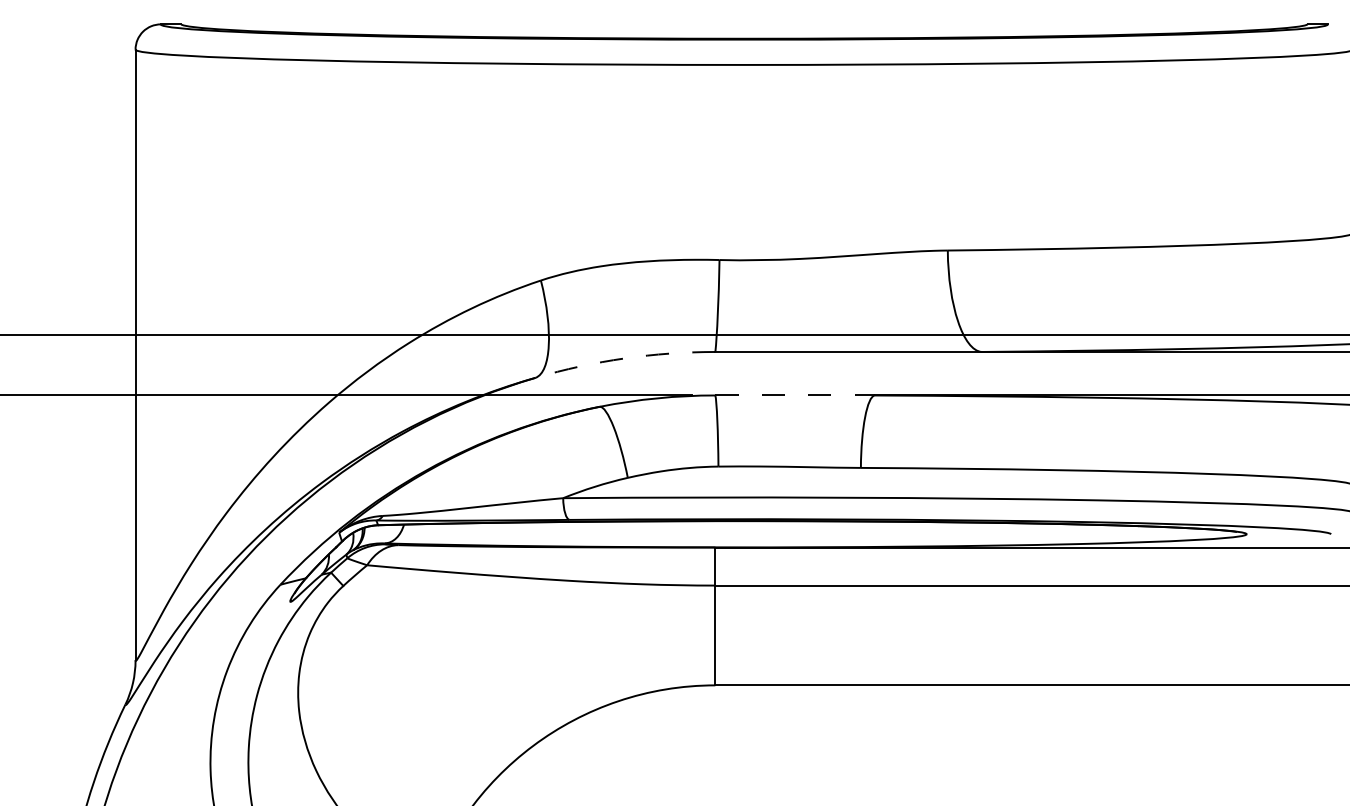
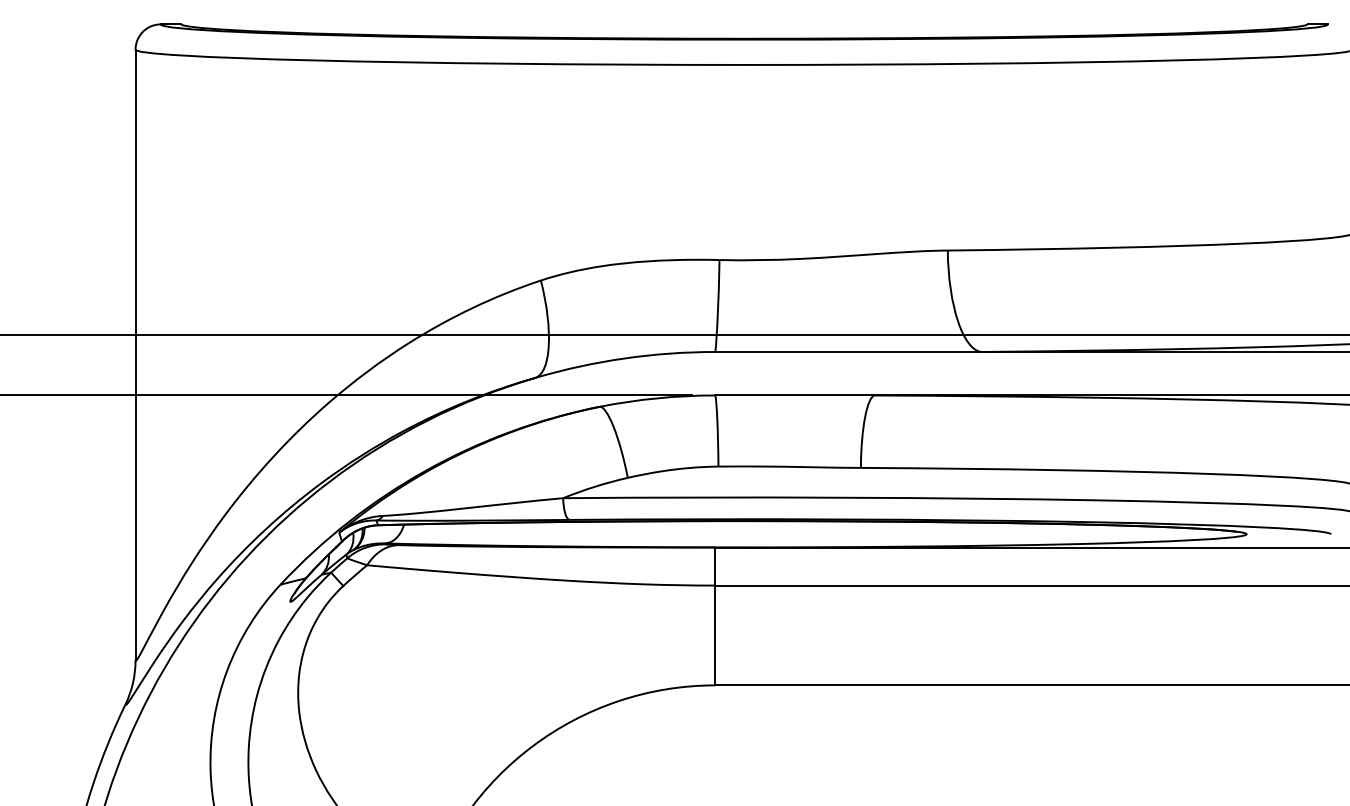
arc at (624, 358): dashed -> solid
line at (795, 395): dashed -> solid
